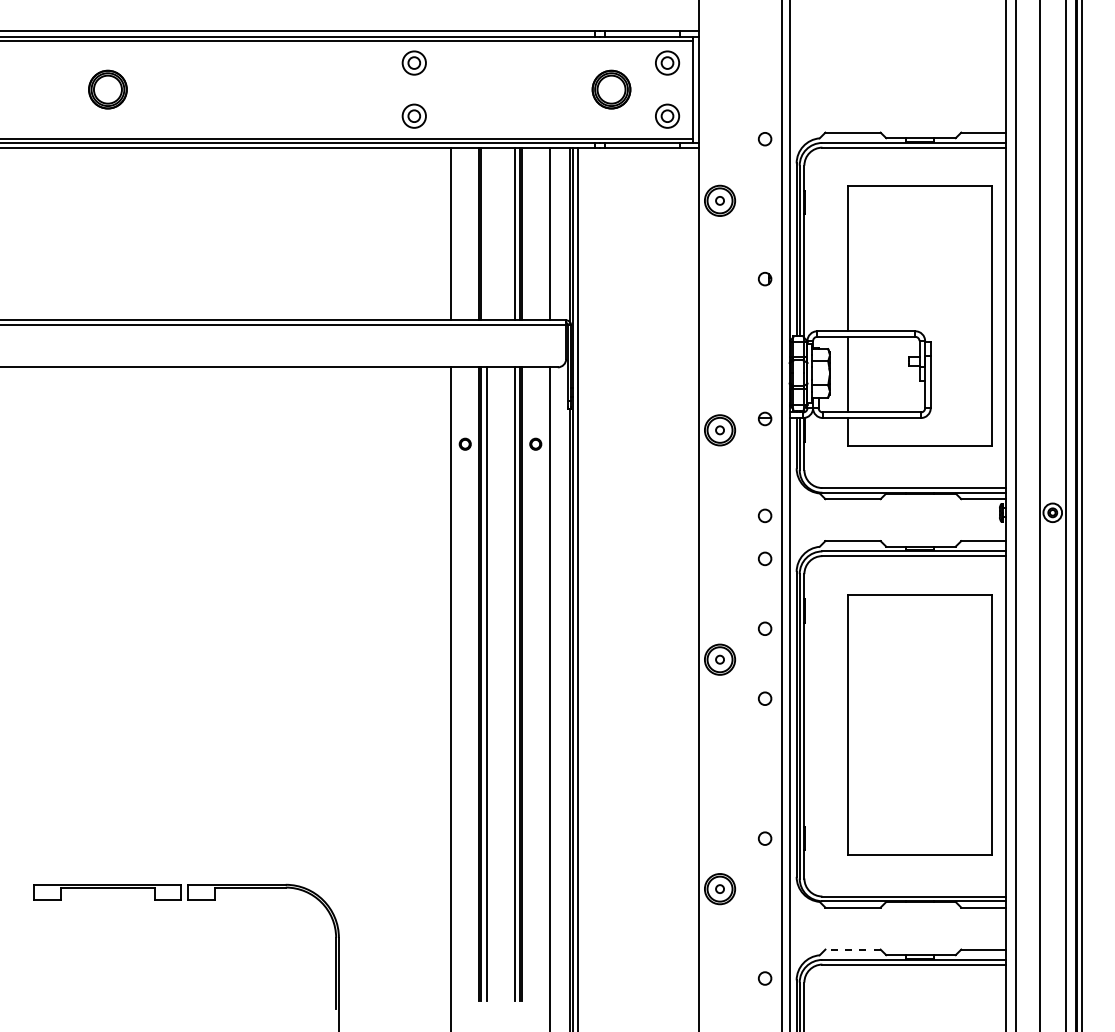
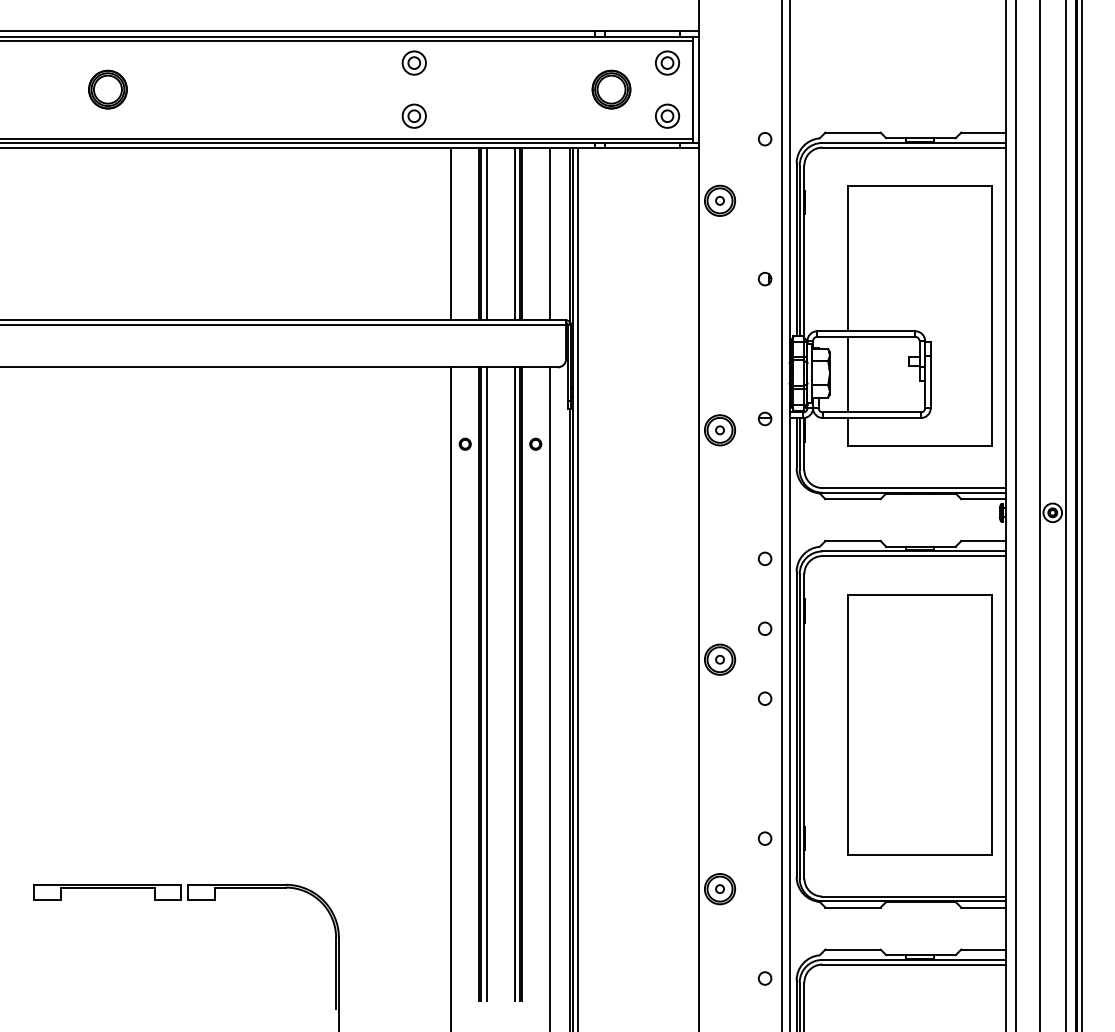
line at (486, 234): none -> present
circle at (764, 515): present -> none
line at (853, 949): dashed -> solid
